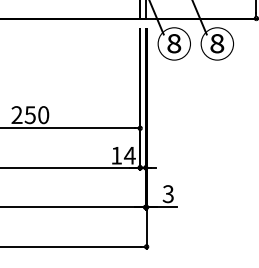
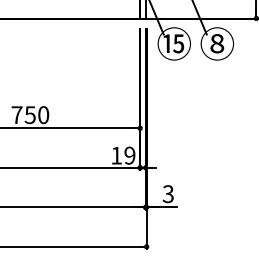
text at (173, 43): ⑧ -> ⑮
text at (16, 114): 250 -> 750
text at (129, 155): 14 -> 19
